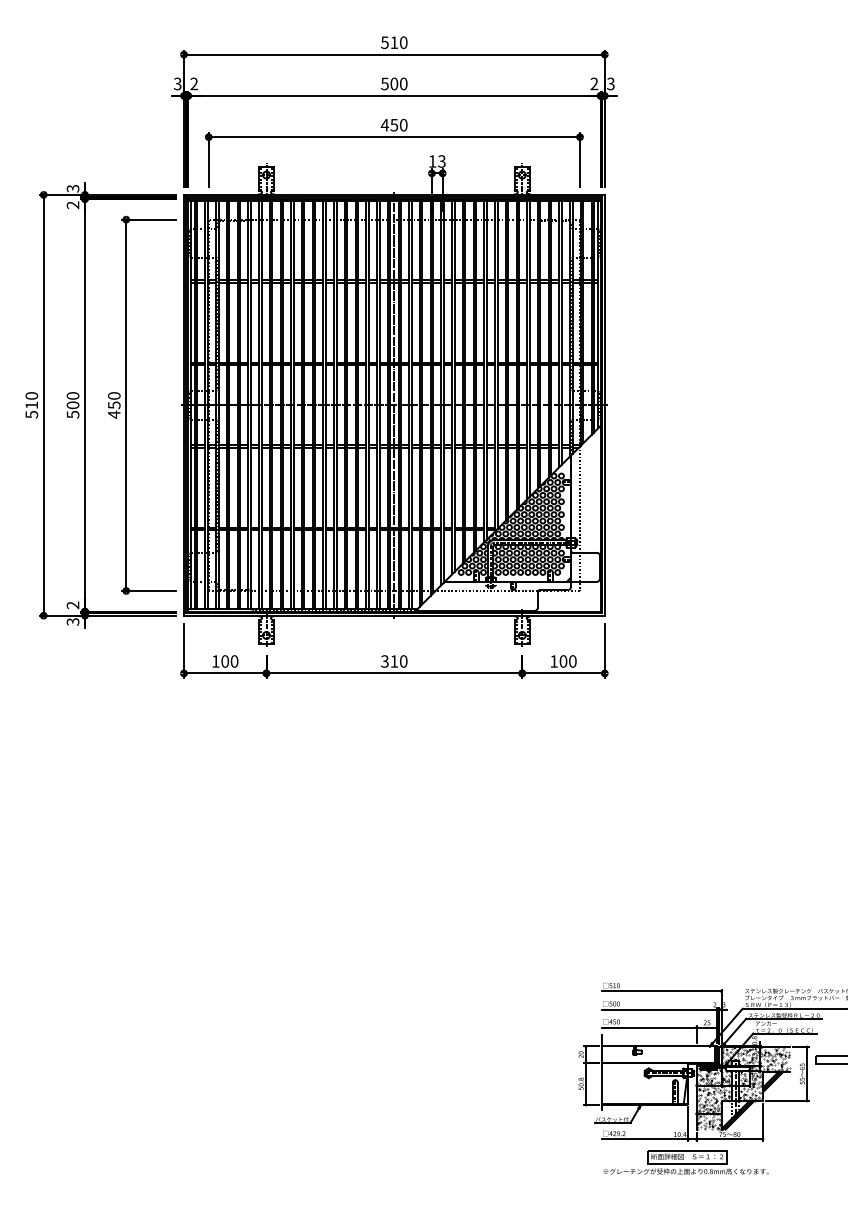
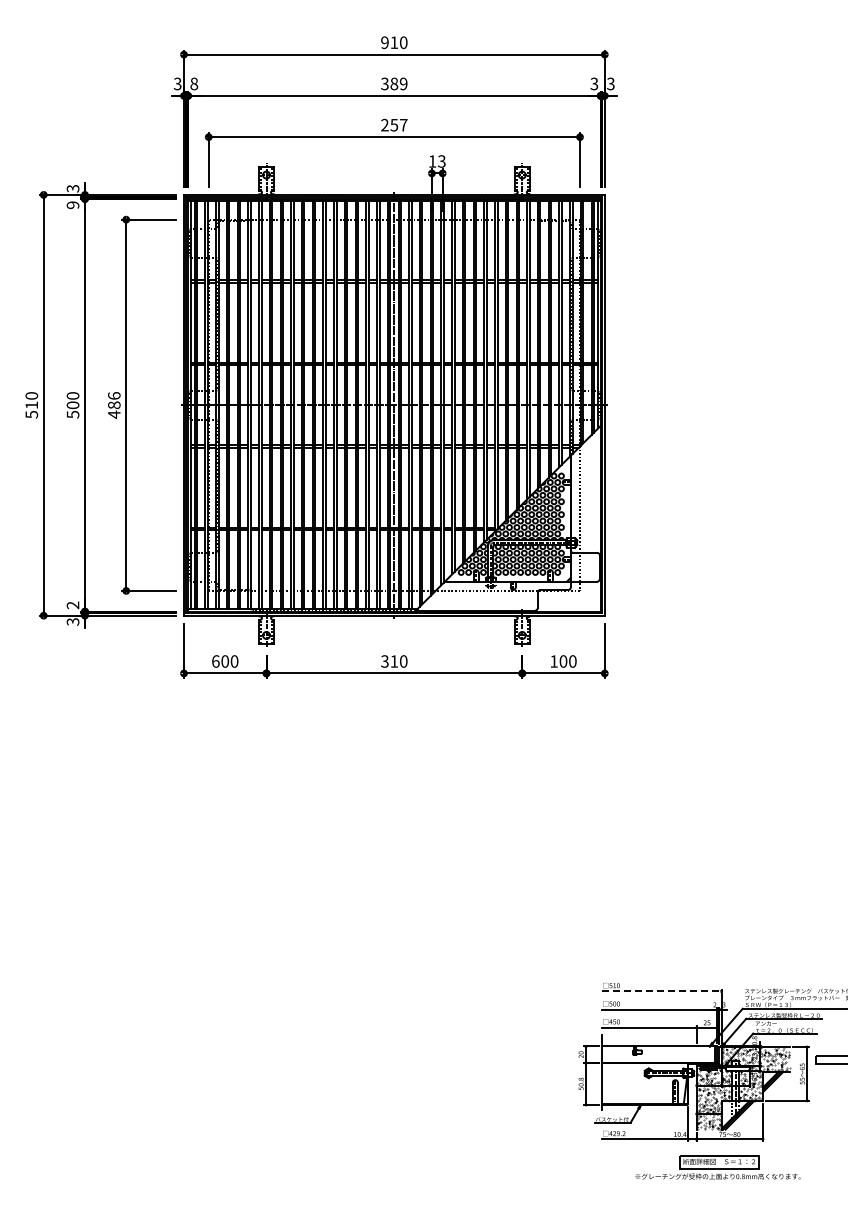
text at (384, 42): 510 -> 910
text at (194, 83): 2 -> 8
text at (394, 83): 500 -> 389
text at (594, 84): 2 -> 3
text at (393, 124): 450 -> 257
text at (73, 205): 2 -> 9
text at (114, 400): 450 -> 486
text at (215, 661): 100 -> 600
line at (661, 991): solid -> dashed
part at (685, 1162) position: (685, 1162) -> (717, 1167)
